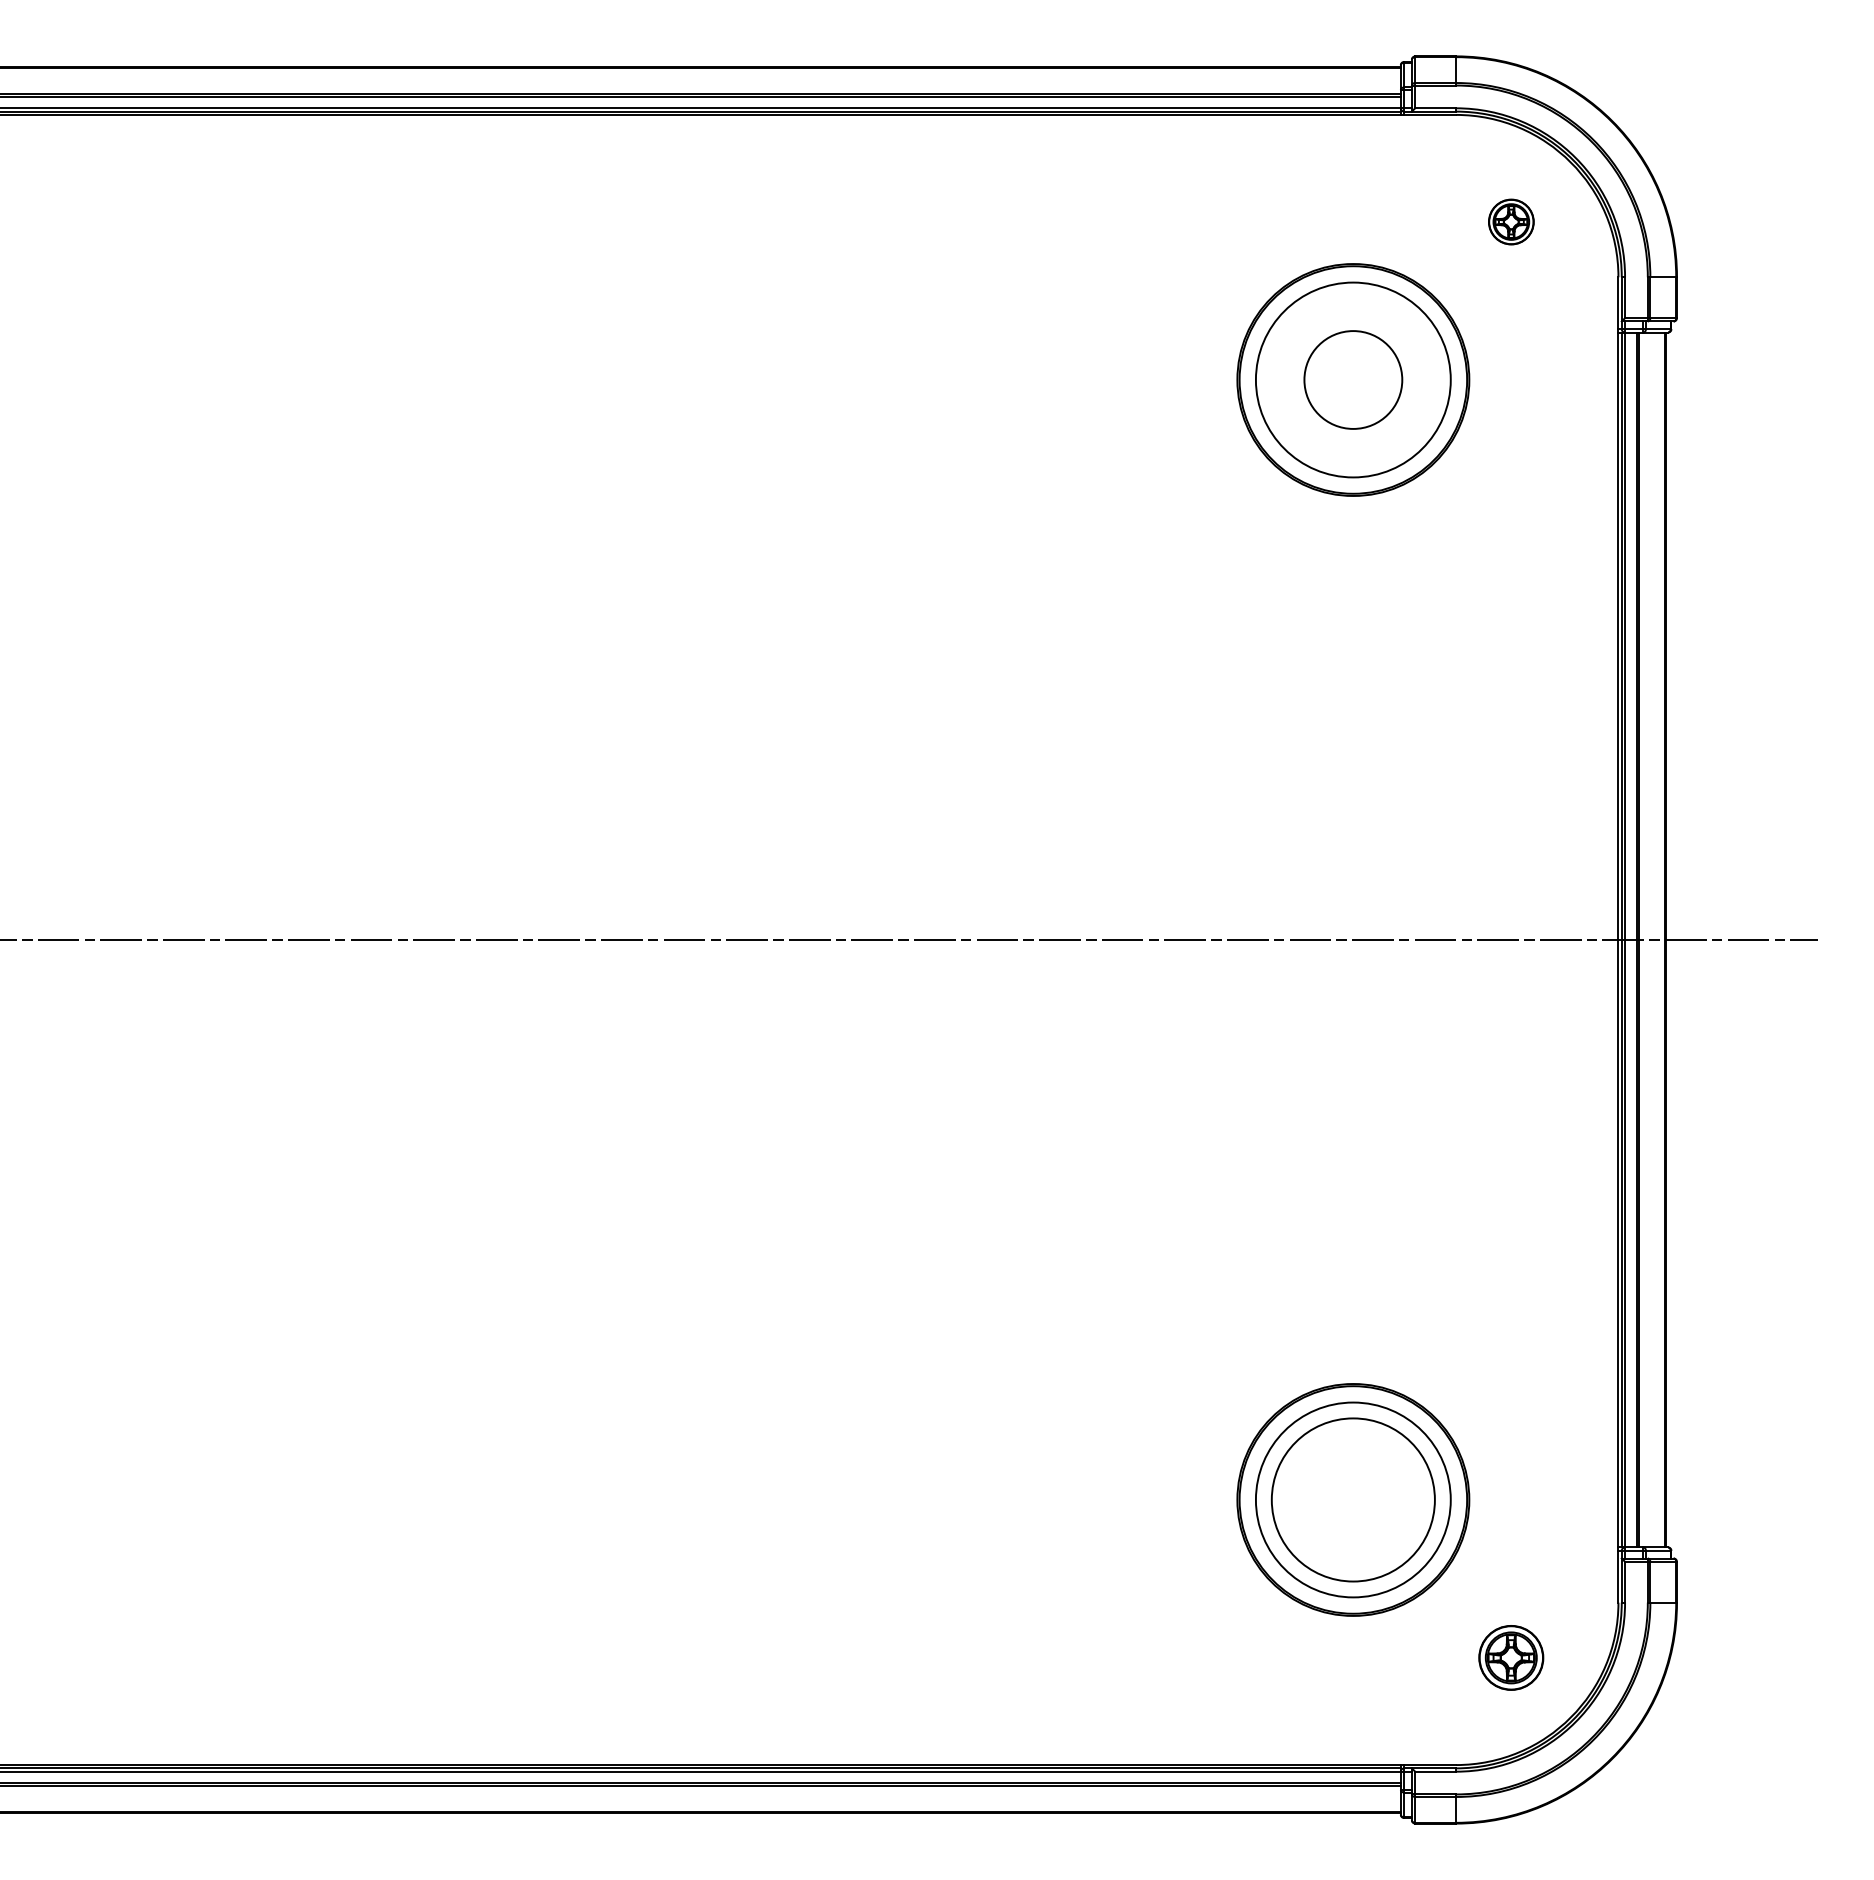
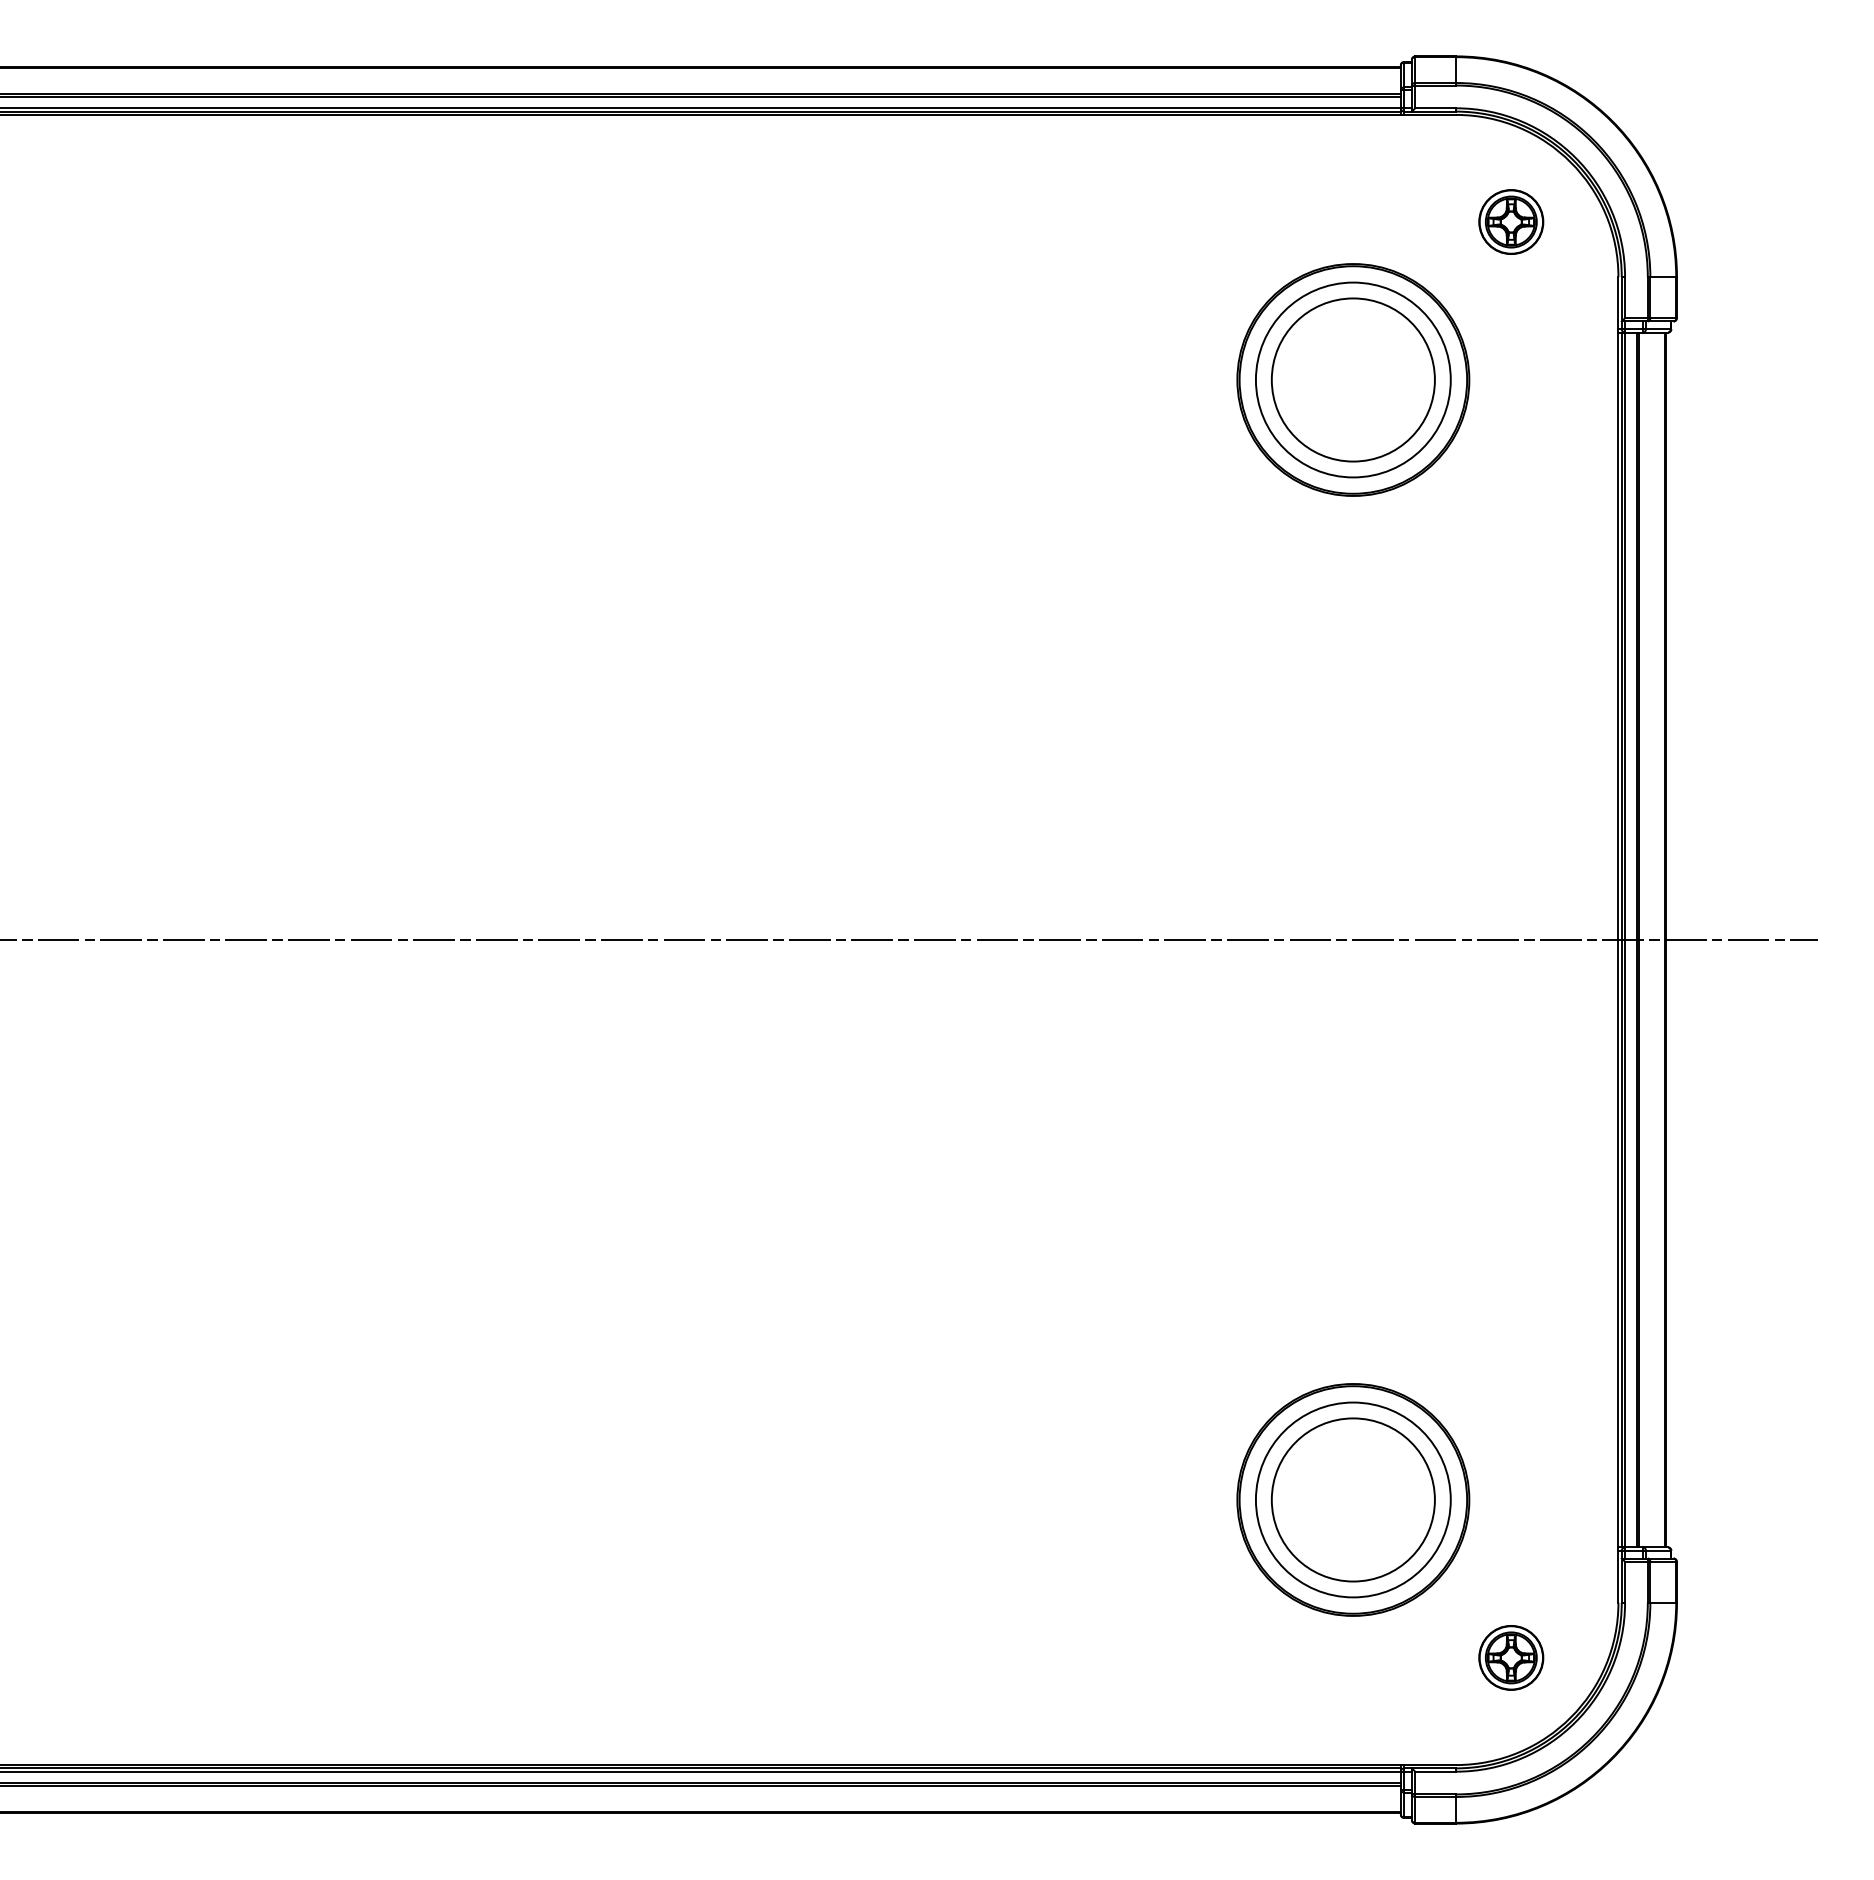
part at (1511, 221) size: 47x48 px -> 67x66 px
circle at (1353, 379) diameter: 98 px -> 163 px
